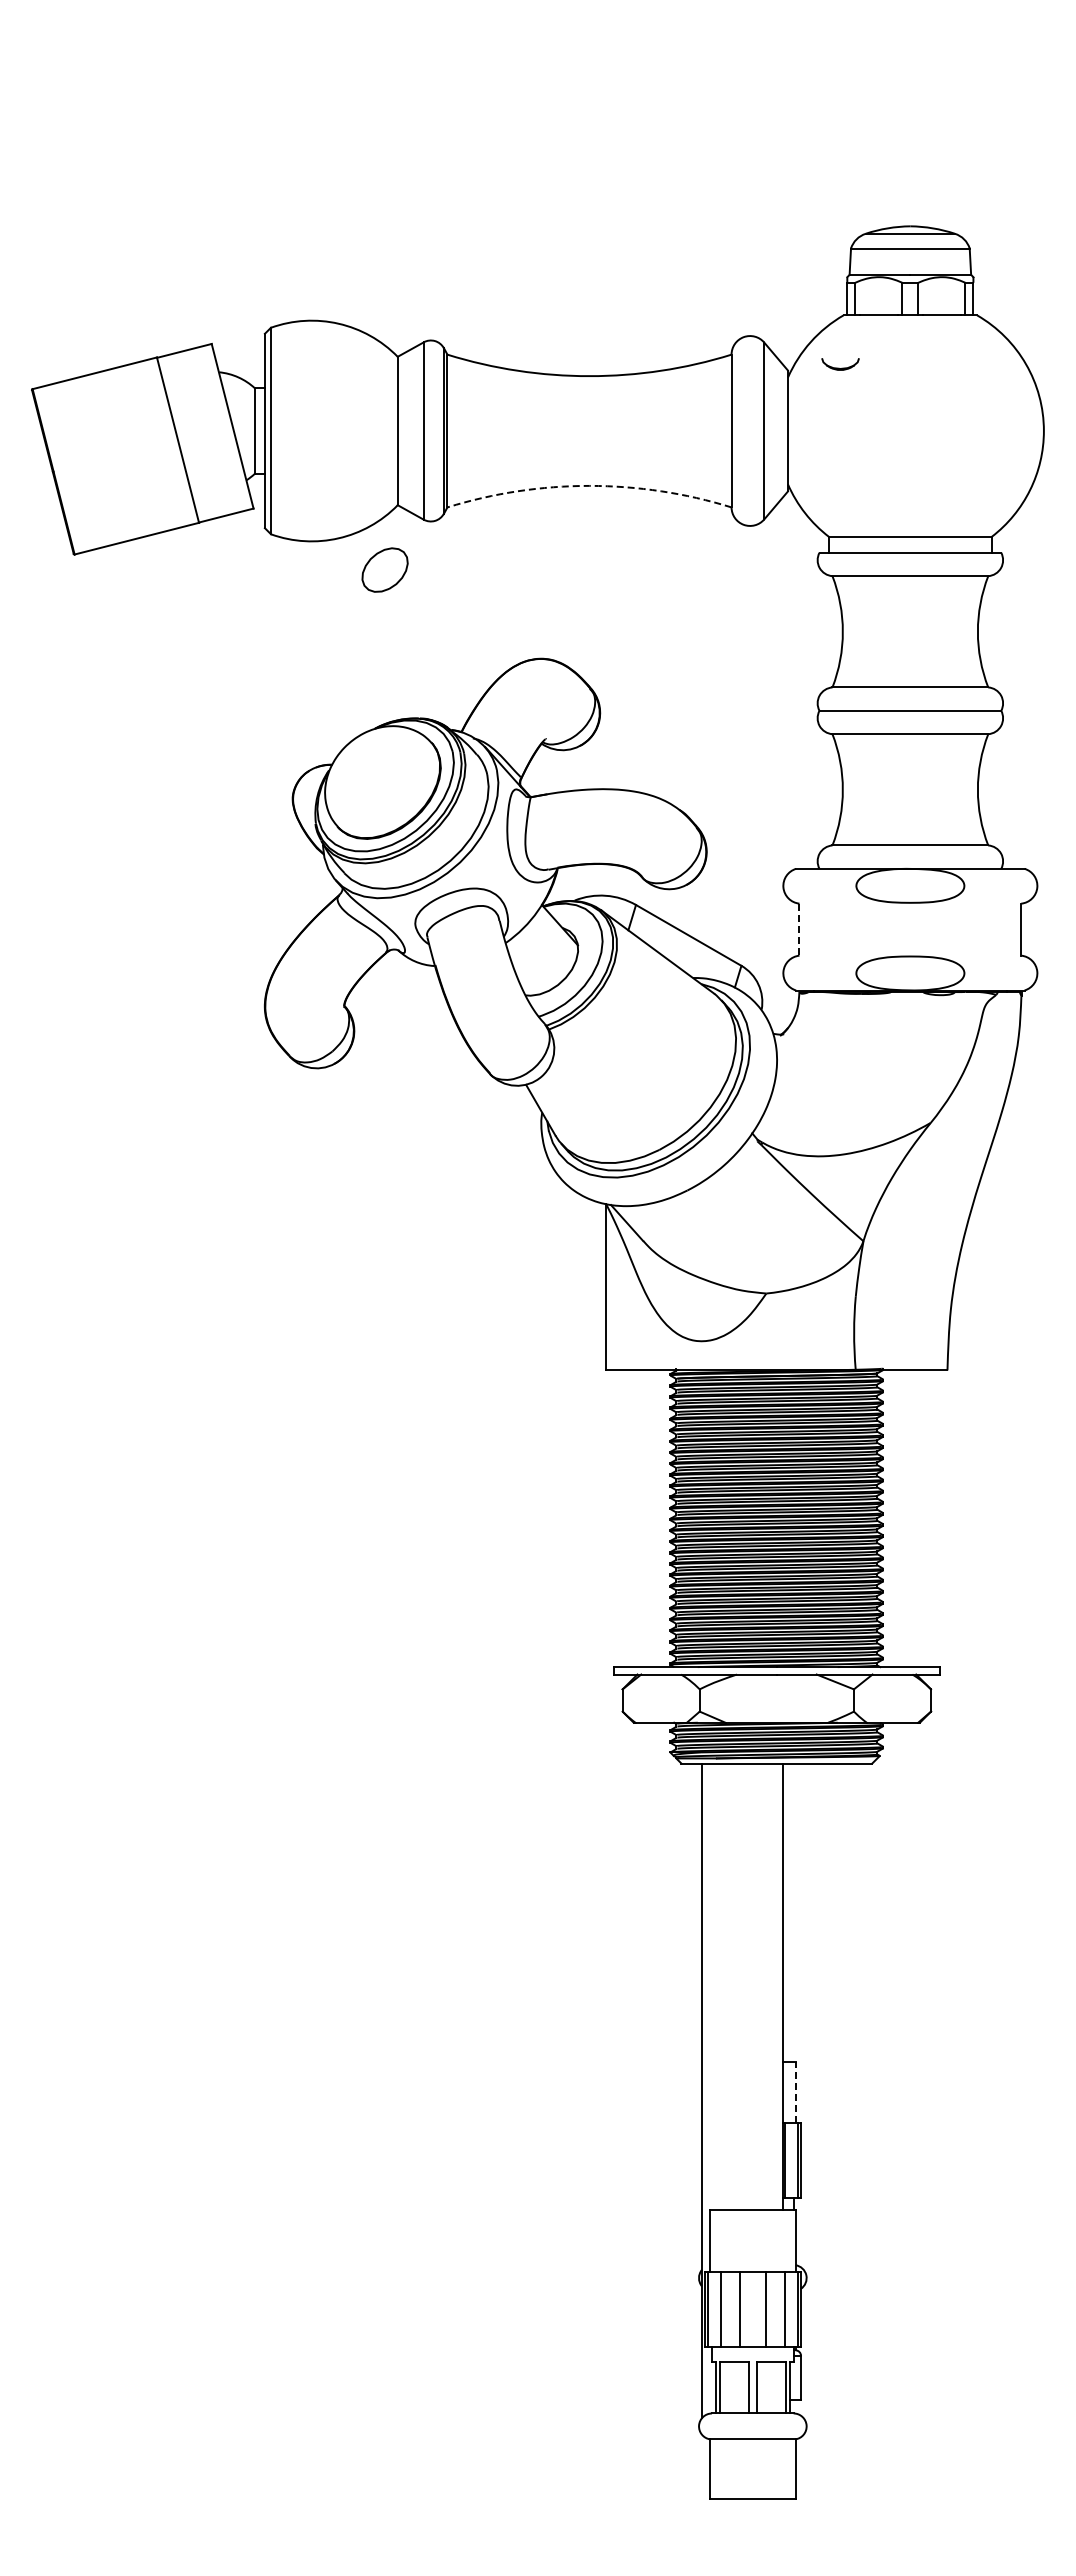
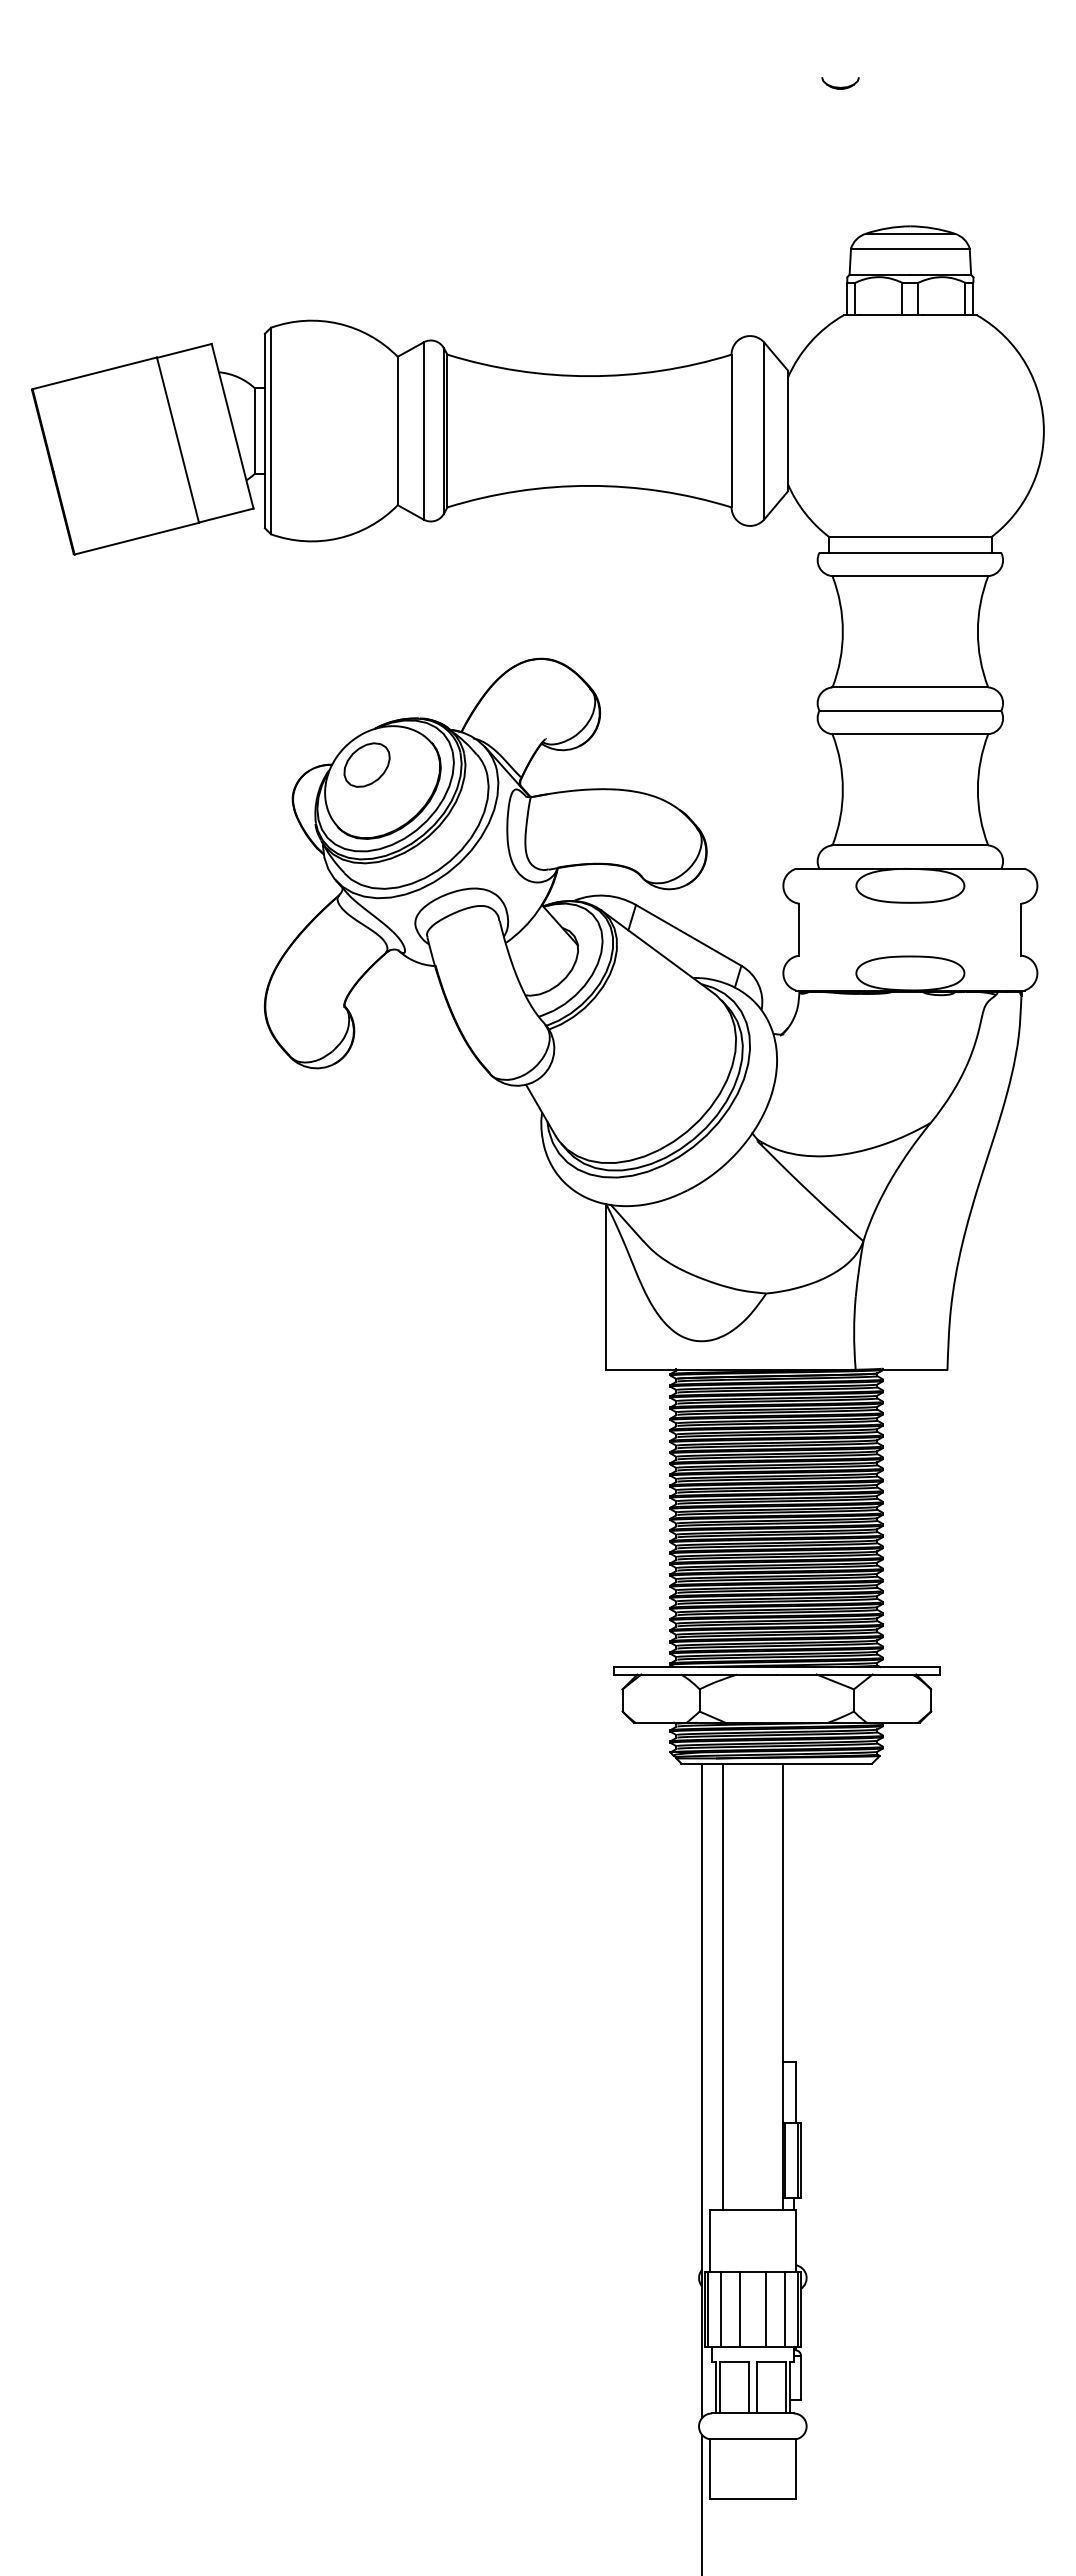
part at (840, 364) position: (840, 364) -> (840, 83)
arc at (589, 485): dashed -> solid
part at (384, 569) position: (384, 569) -> (366, 764)
line at (799, 929): dashed -> solid
line at (723, 1986): none -> present
line at (795, 2092): dashed -> solid
line at (701, 2503): none -> present
